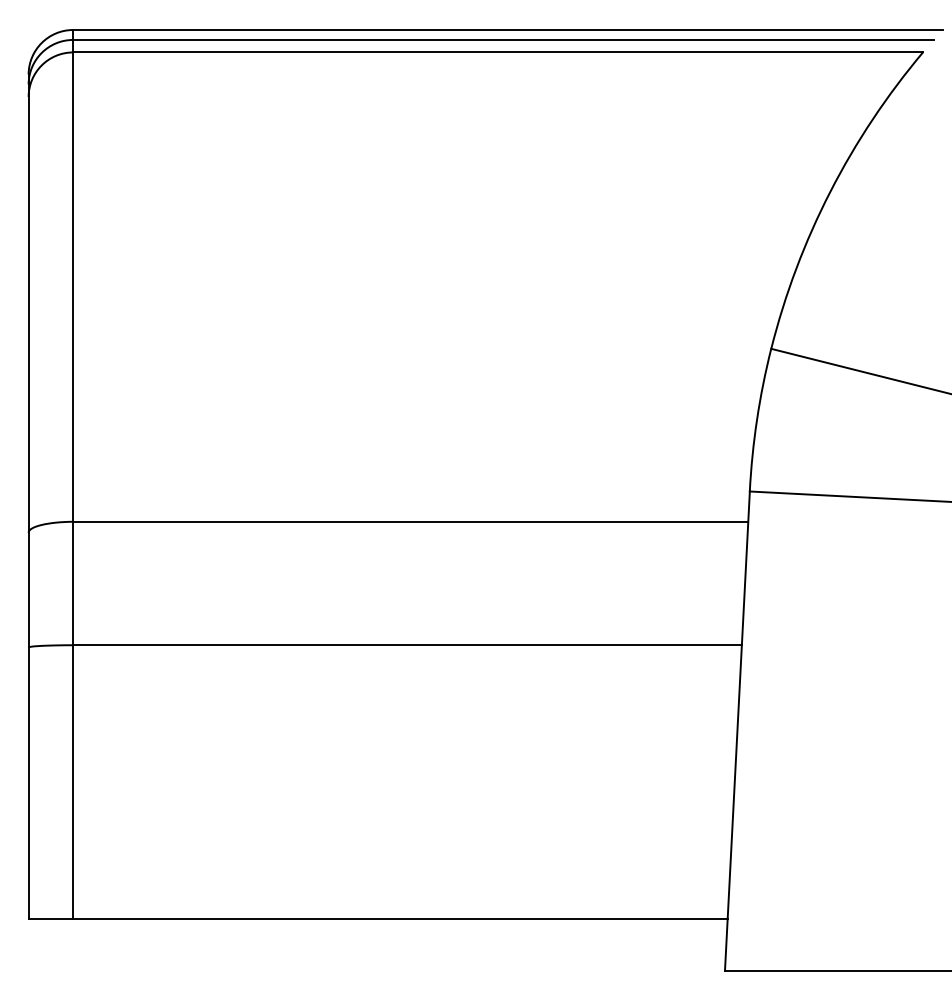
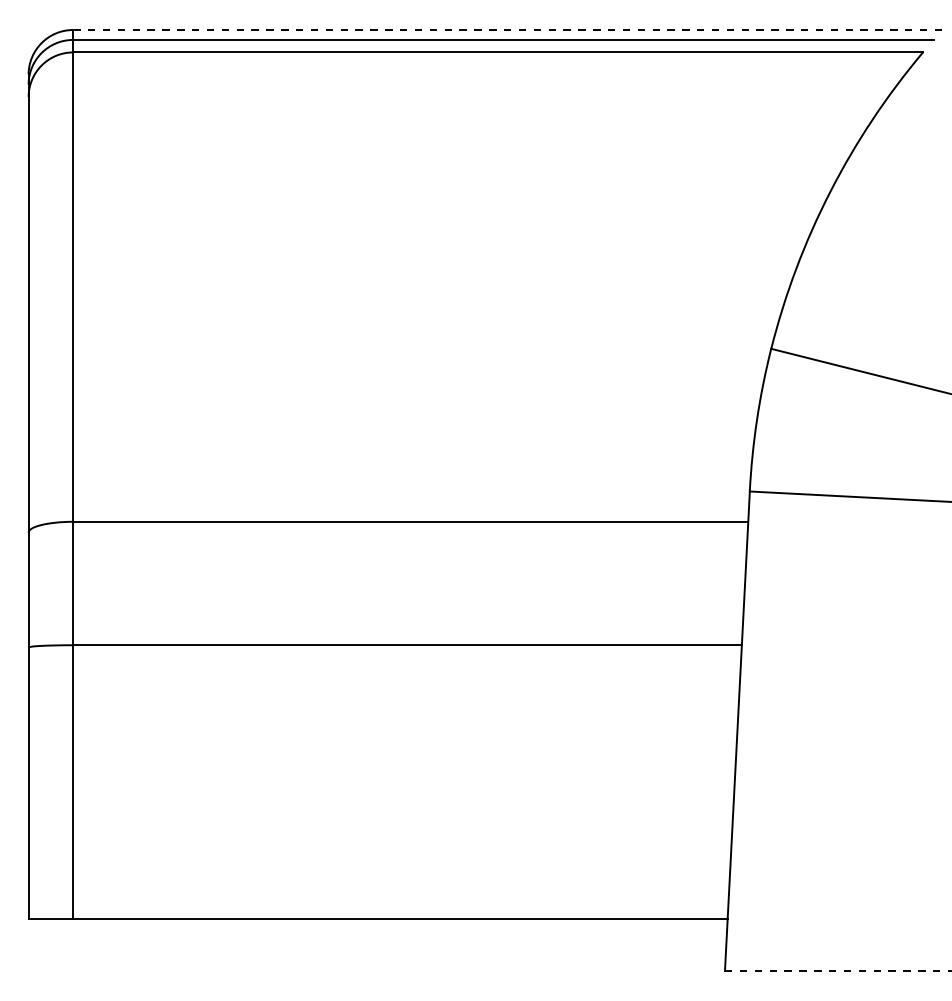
line at (507, 30): solid -> dashed
line at (838, 970): solid -> dashed
